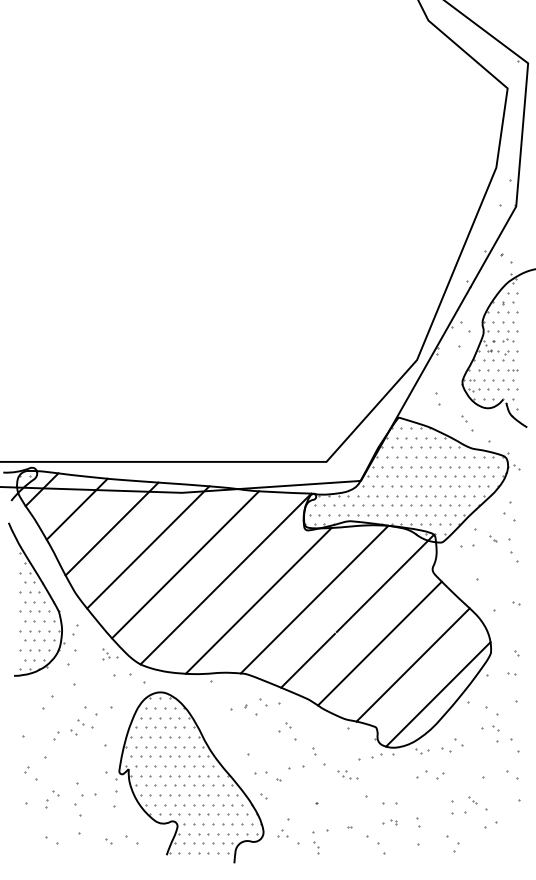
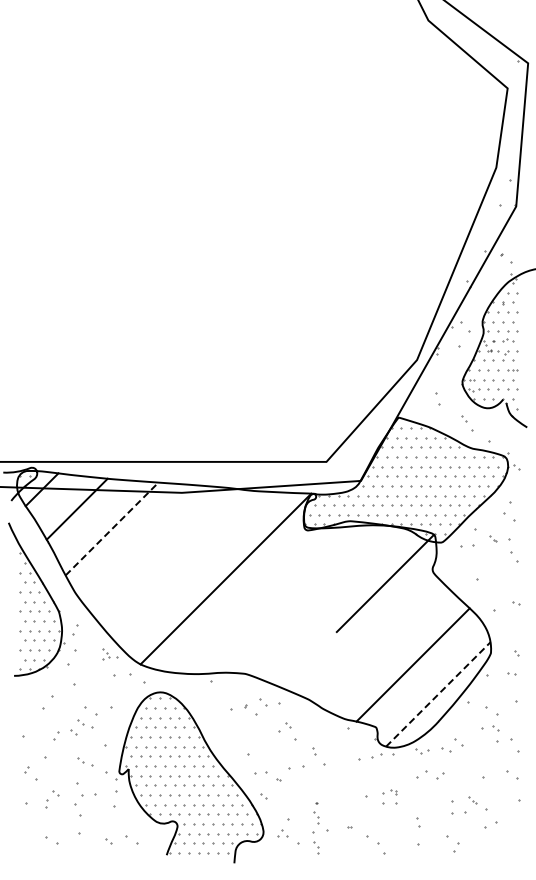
line at (112, 529): solid -> dashed
line at (148, 547): present -> none
line at (185, 564): present -> none
line at (314, 599): present -> none
line at (258, 600): present -> none
line at (379, 643): present -> none
line at (307, 660): present -> none
line at (438, 694): solid -> dashed
part at (85, 761): none -> present
part at (347, 774): present -> none
part at (316, 817): none -> present
part at (389, 822) position: (389, 822) -> (389, 792)
